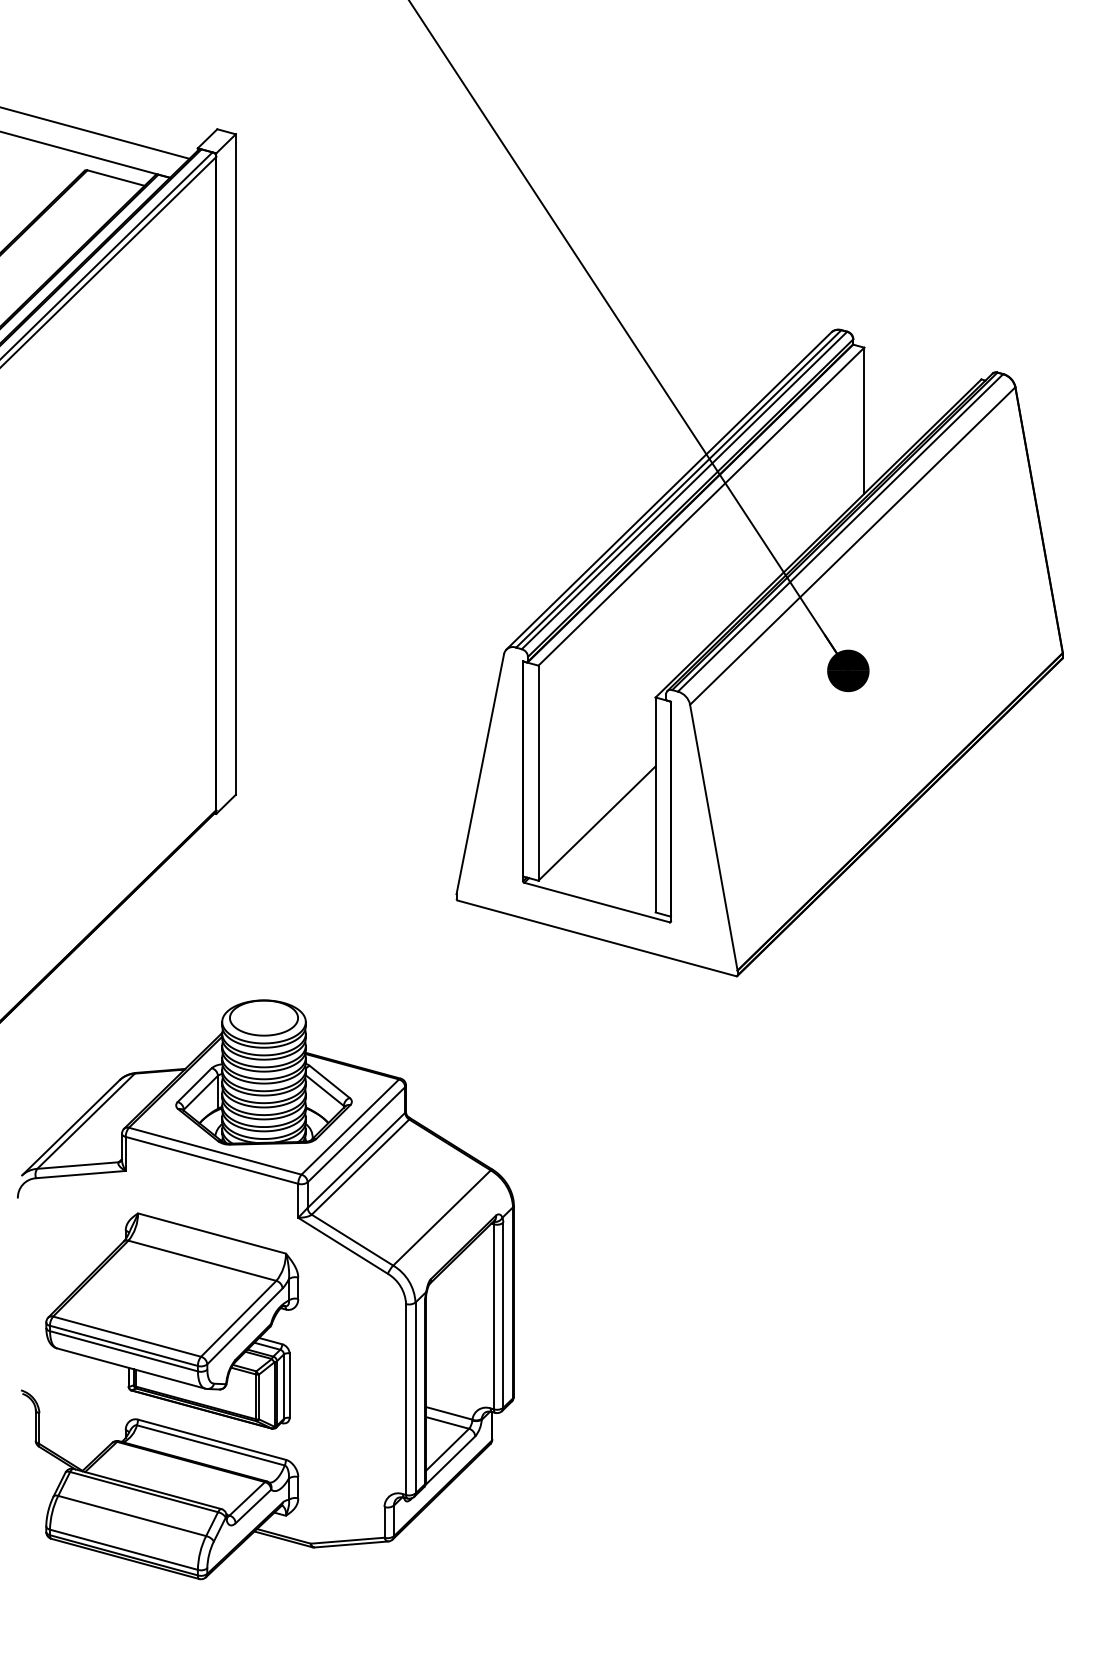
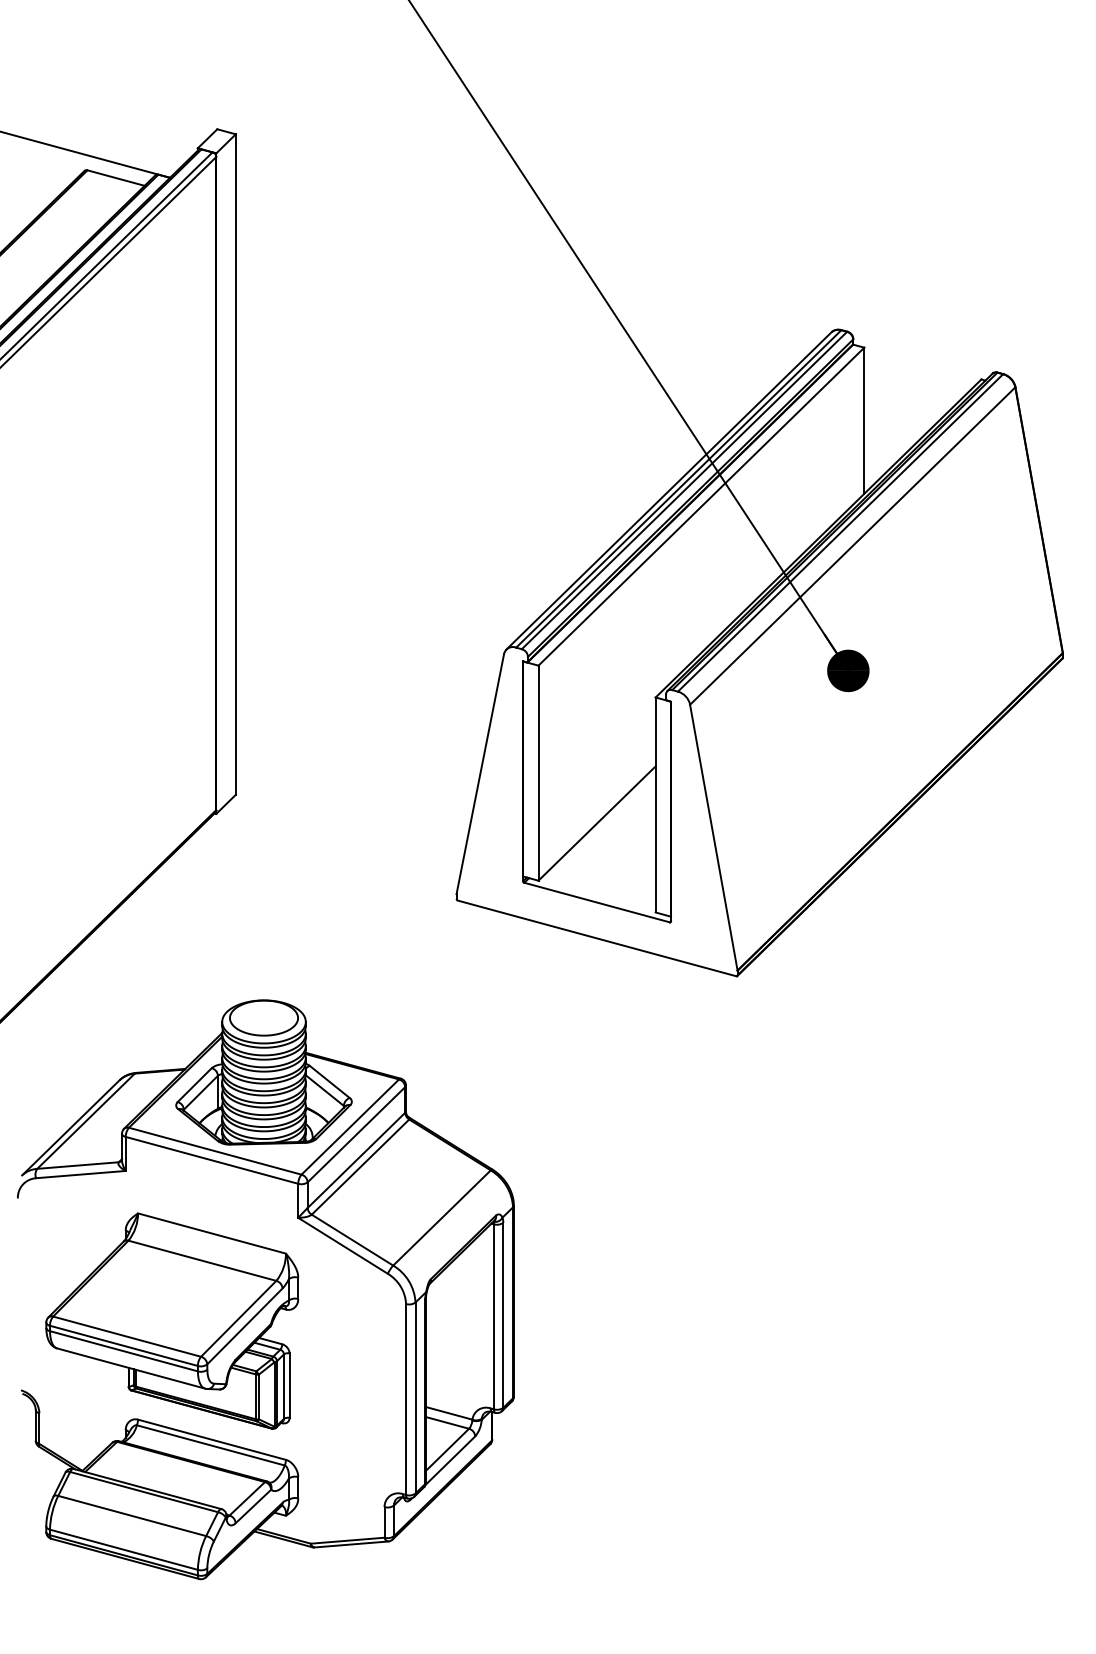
line at (95, 133): present -> none
